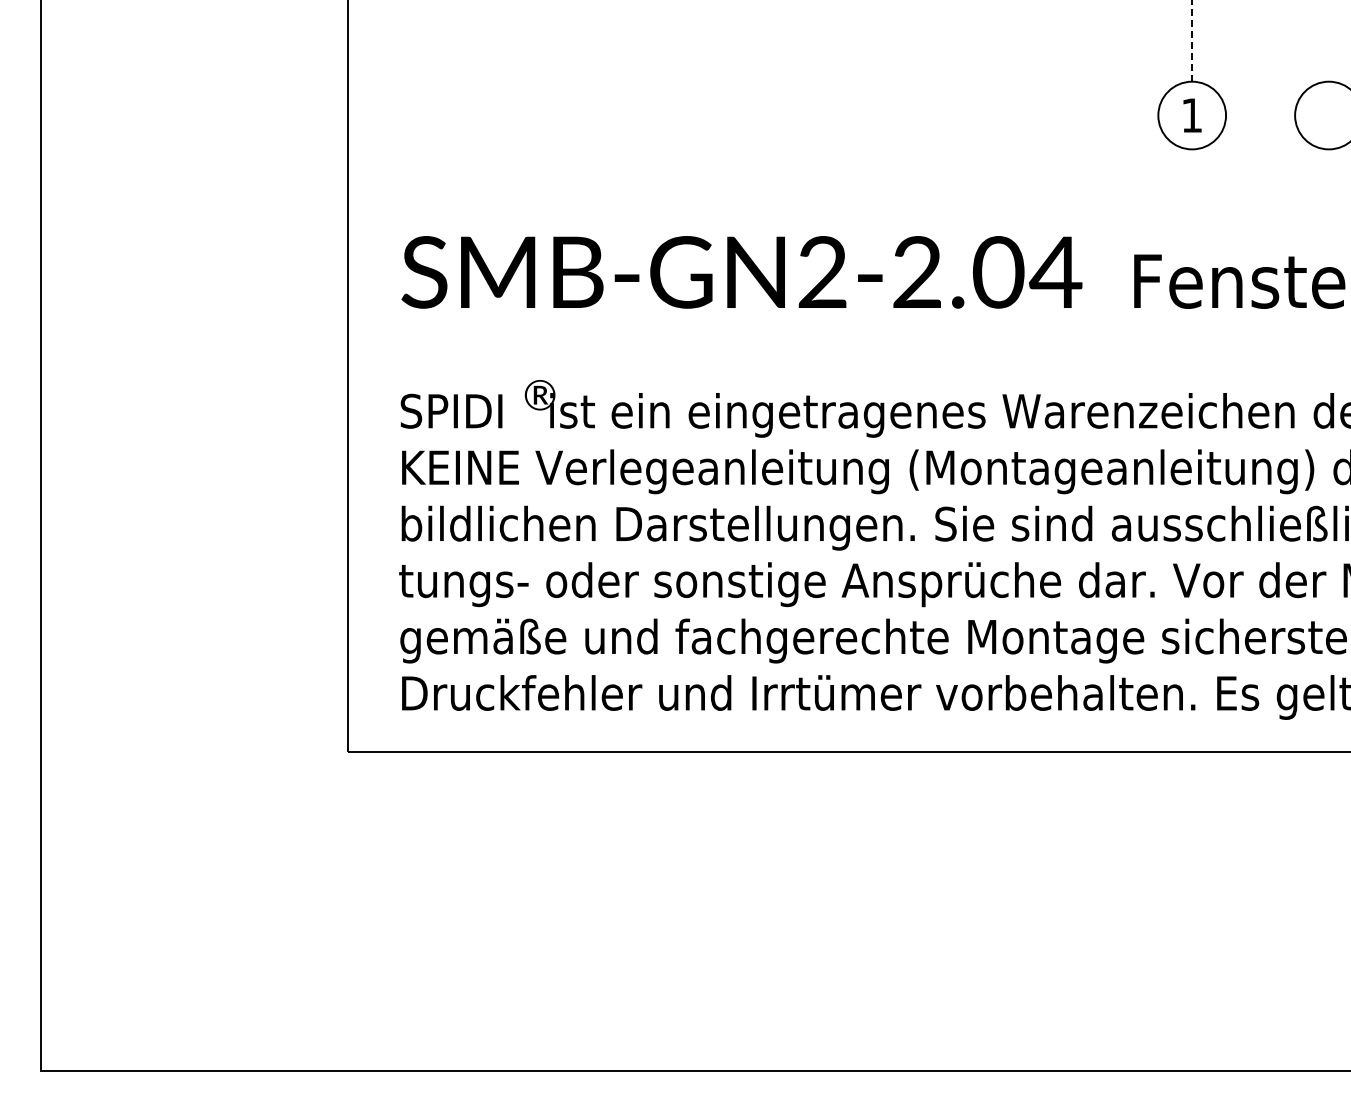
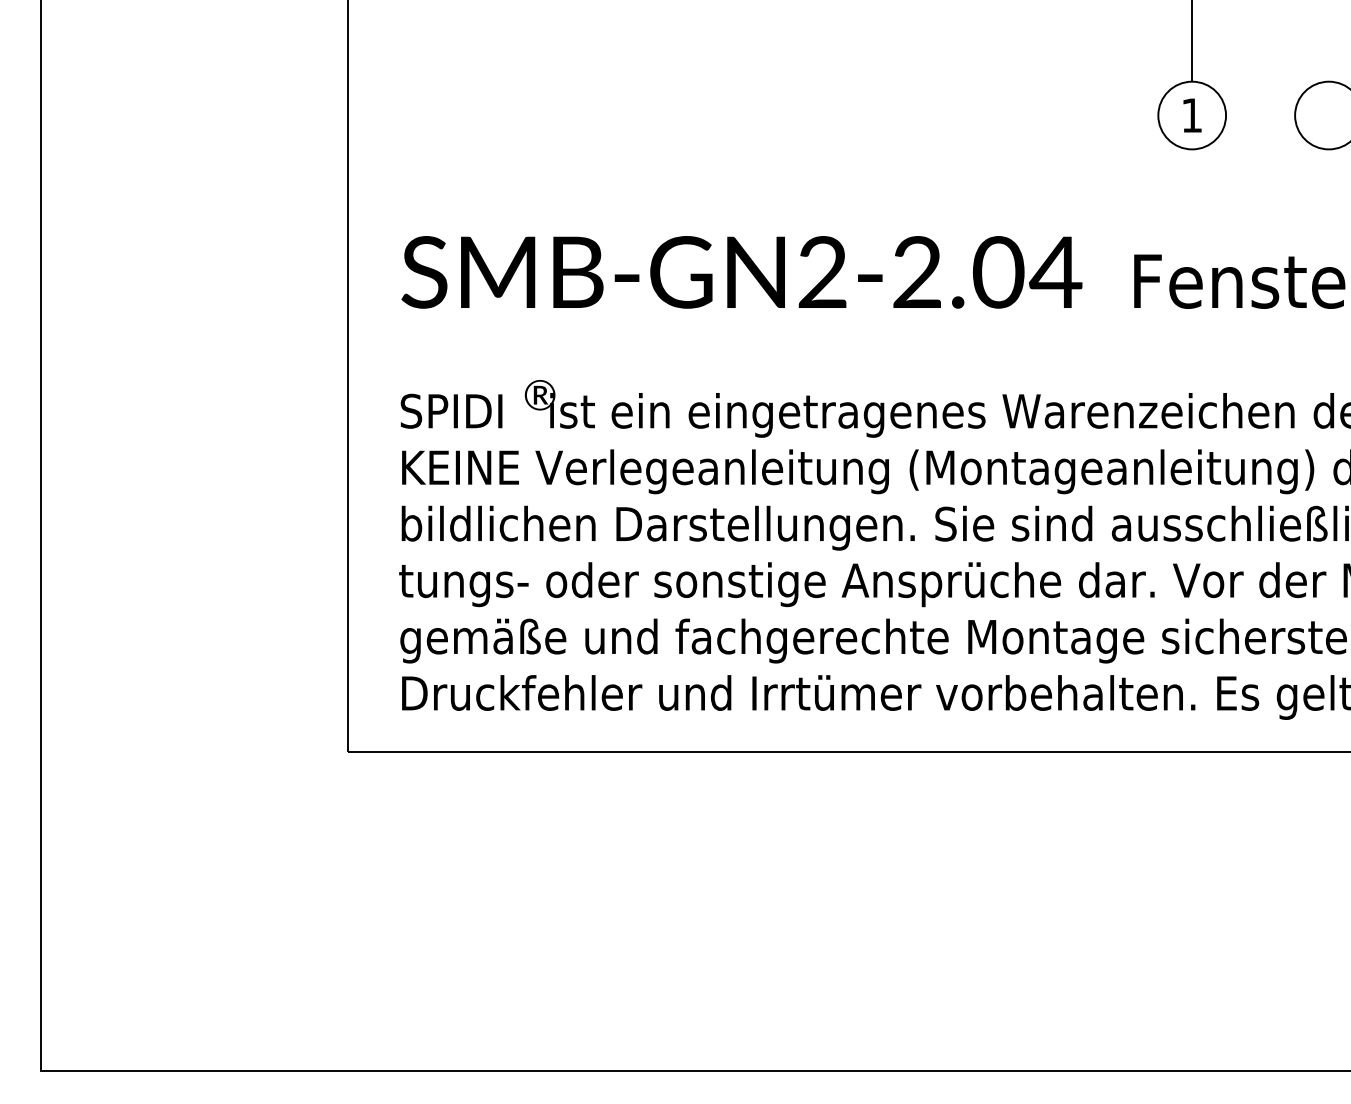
line at (1192, 40): dashed -> solid
